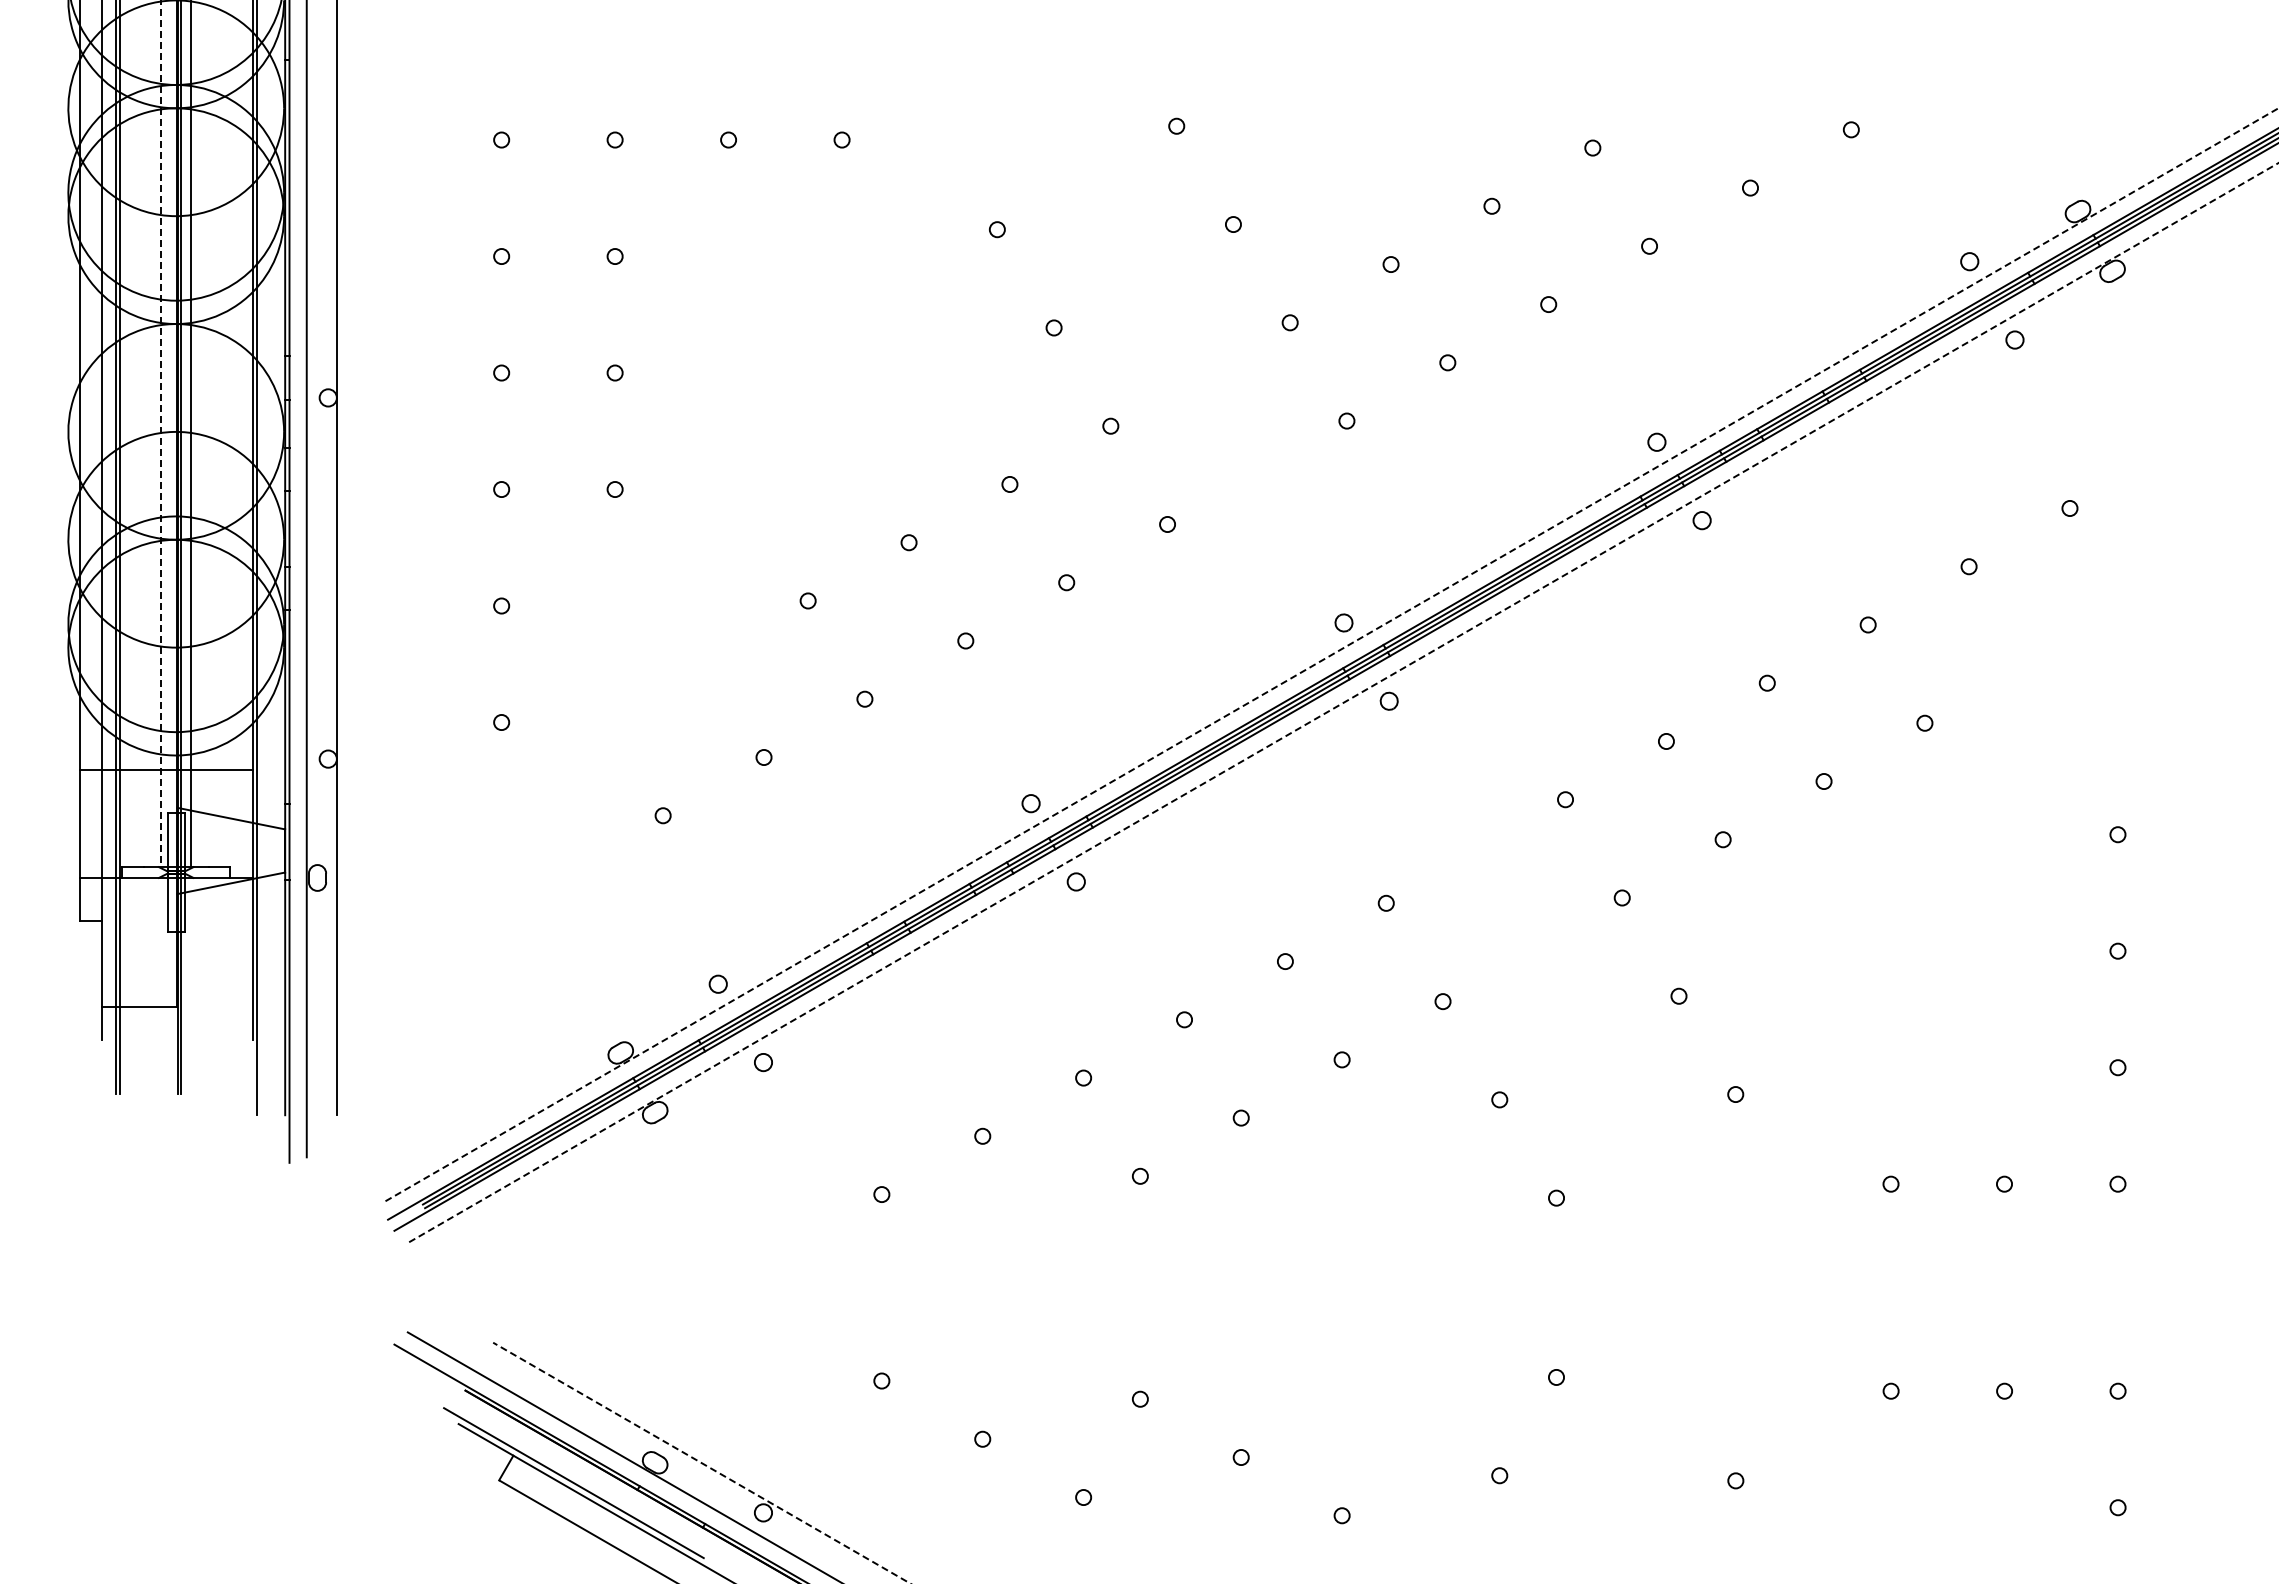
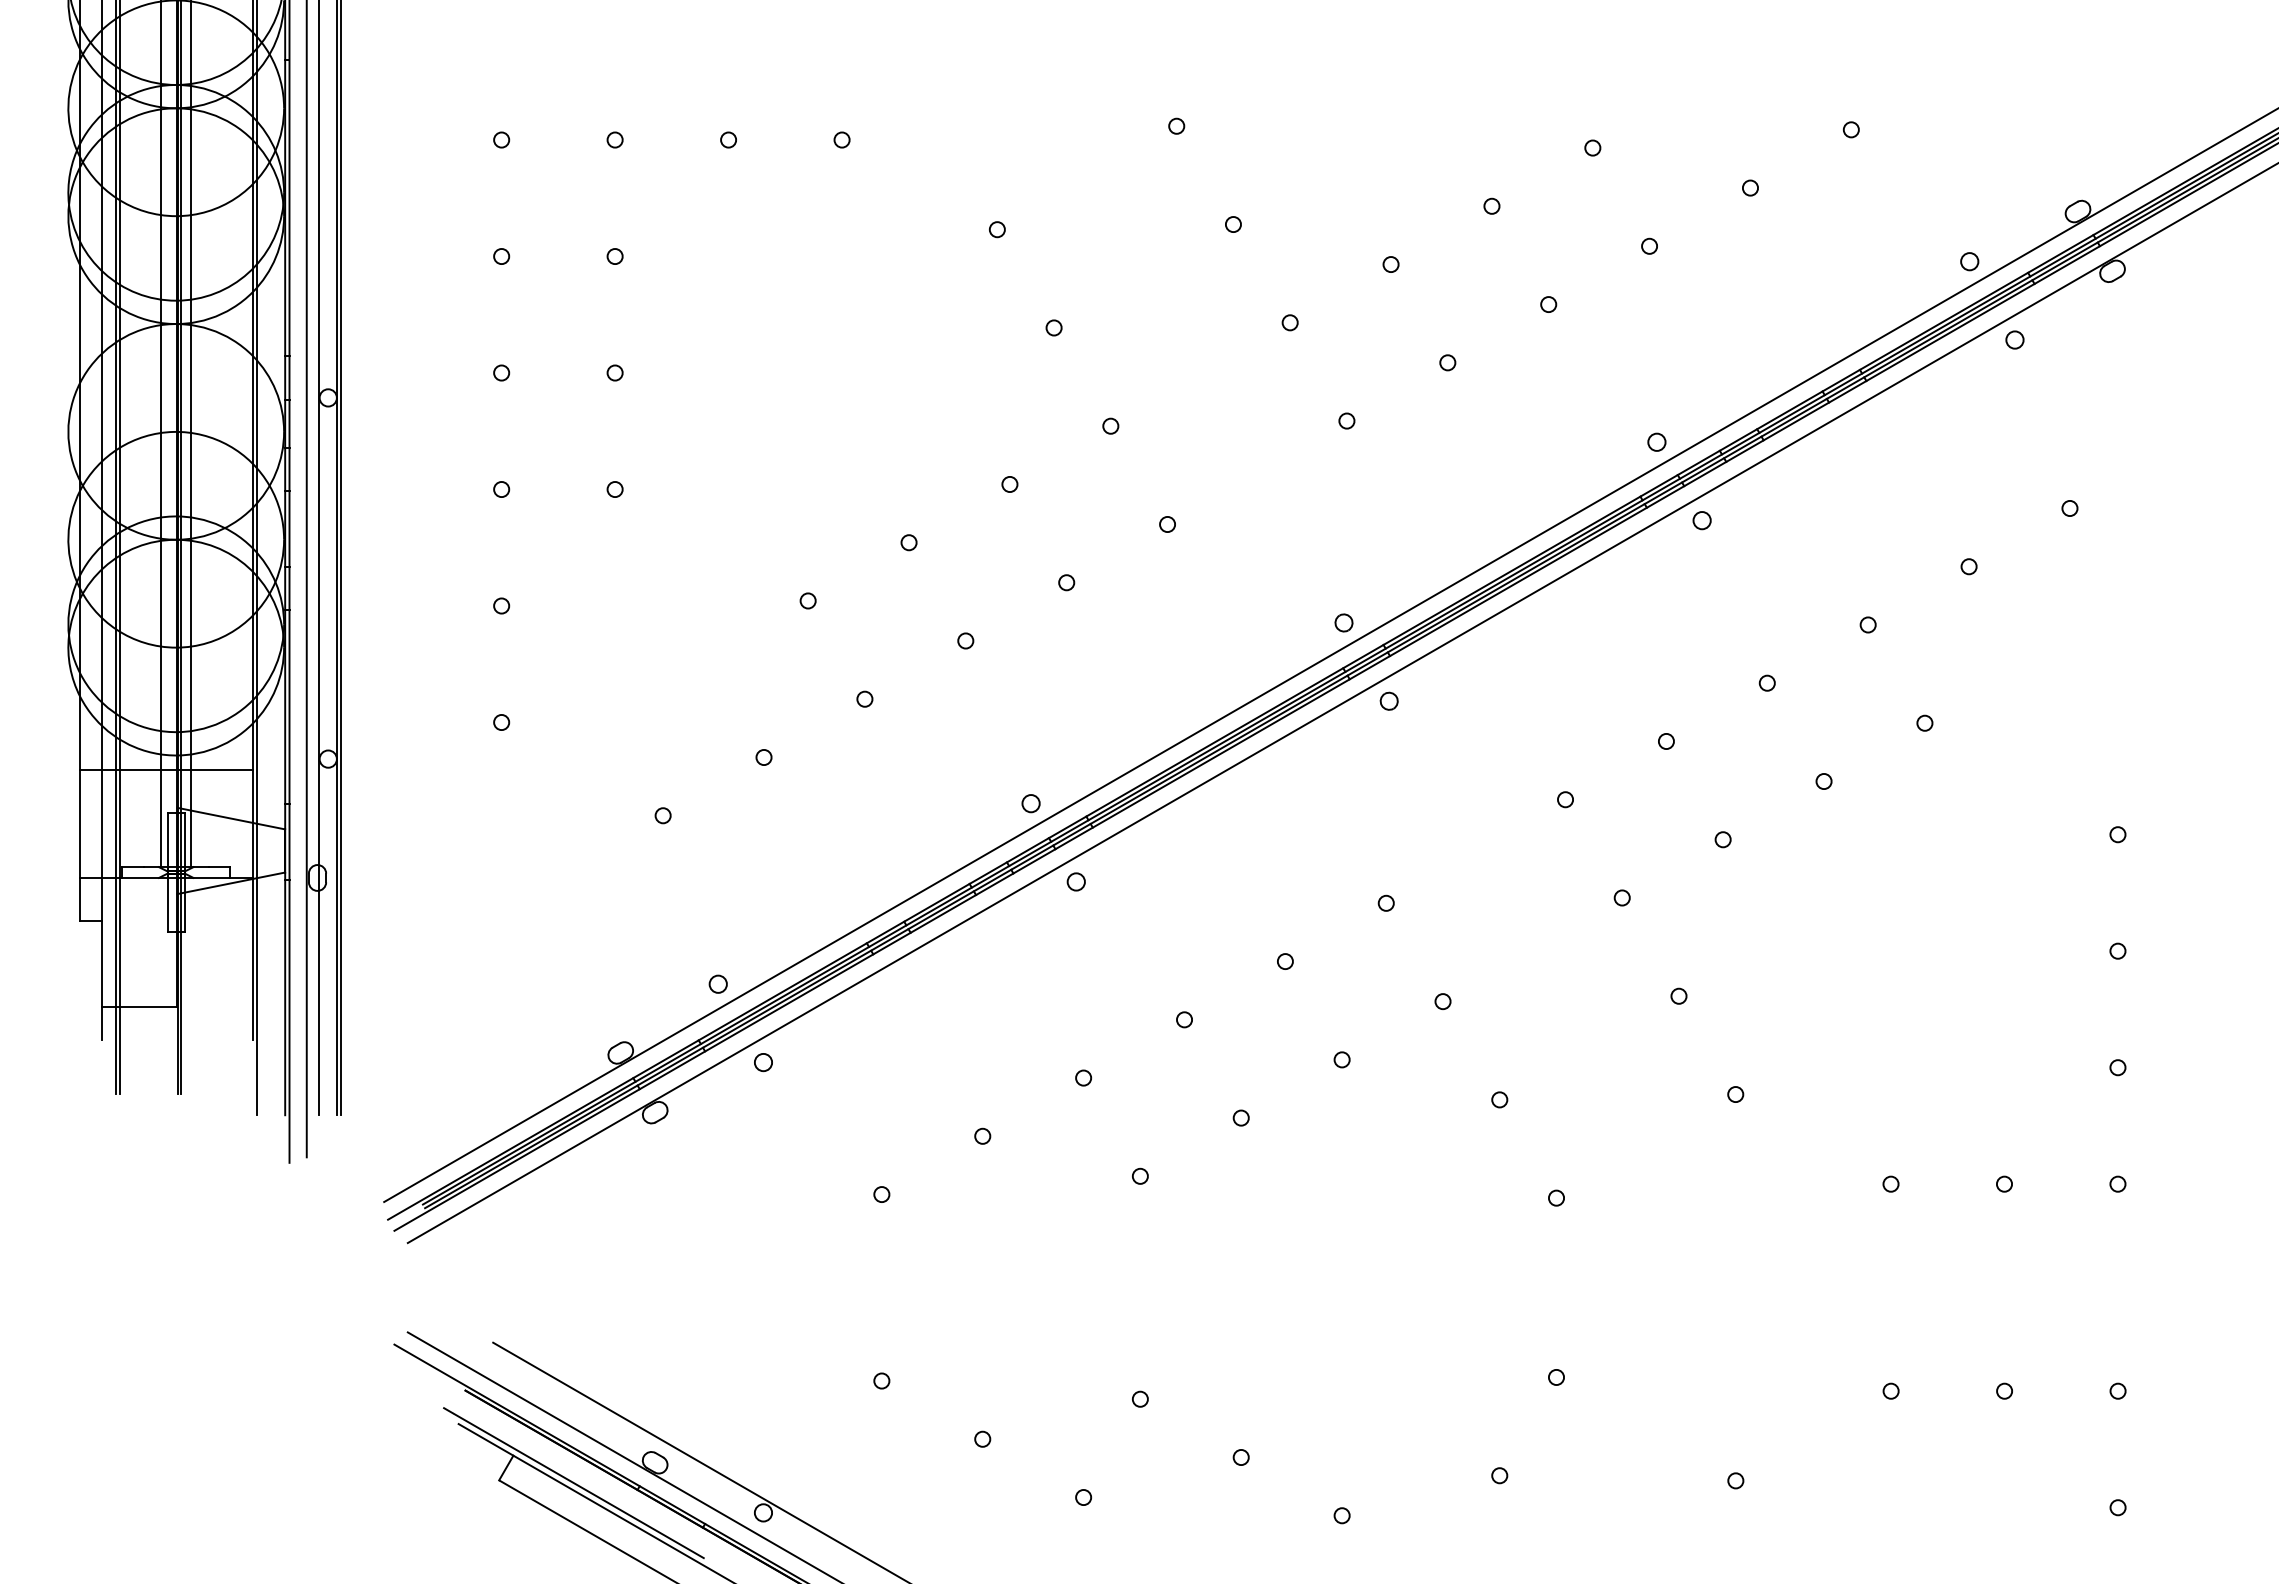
line at (161, 434): dashed -> solid
line at (318, 558): none -> present
line at (340, 558): none -> present
line at (1331, 655): dashed -> solid
line at (1342, 703): dashed -> solid
line at (701, 1463): dashed -> solid
